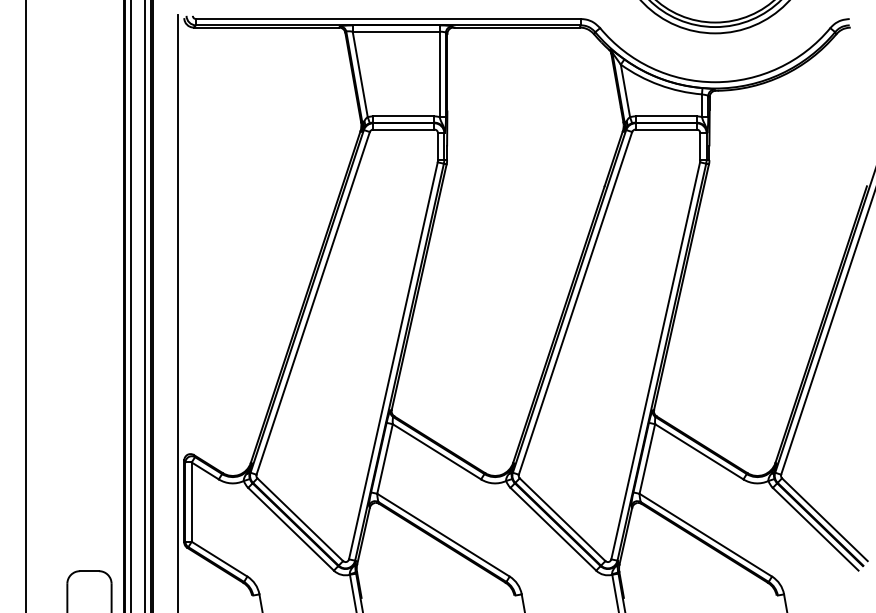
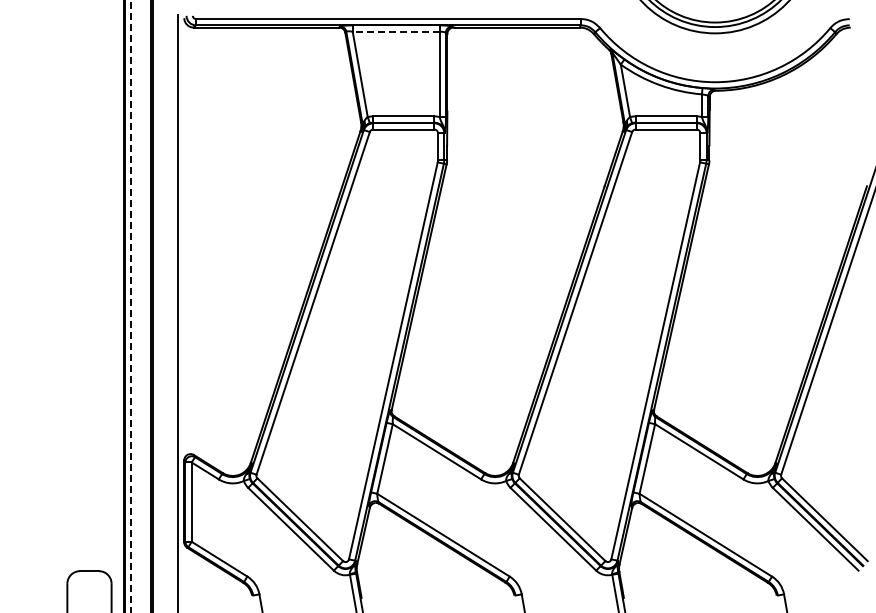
line at (395, 31): solid -> dashed
line at (26, 305): present -> none
line at (145, 305): present -> none
line at (131, 306): solid -> dashed
